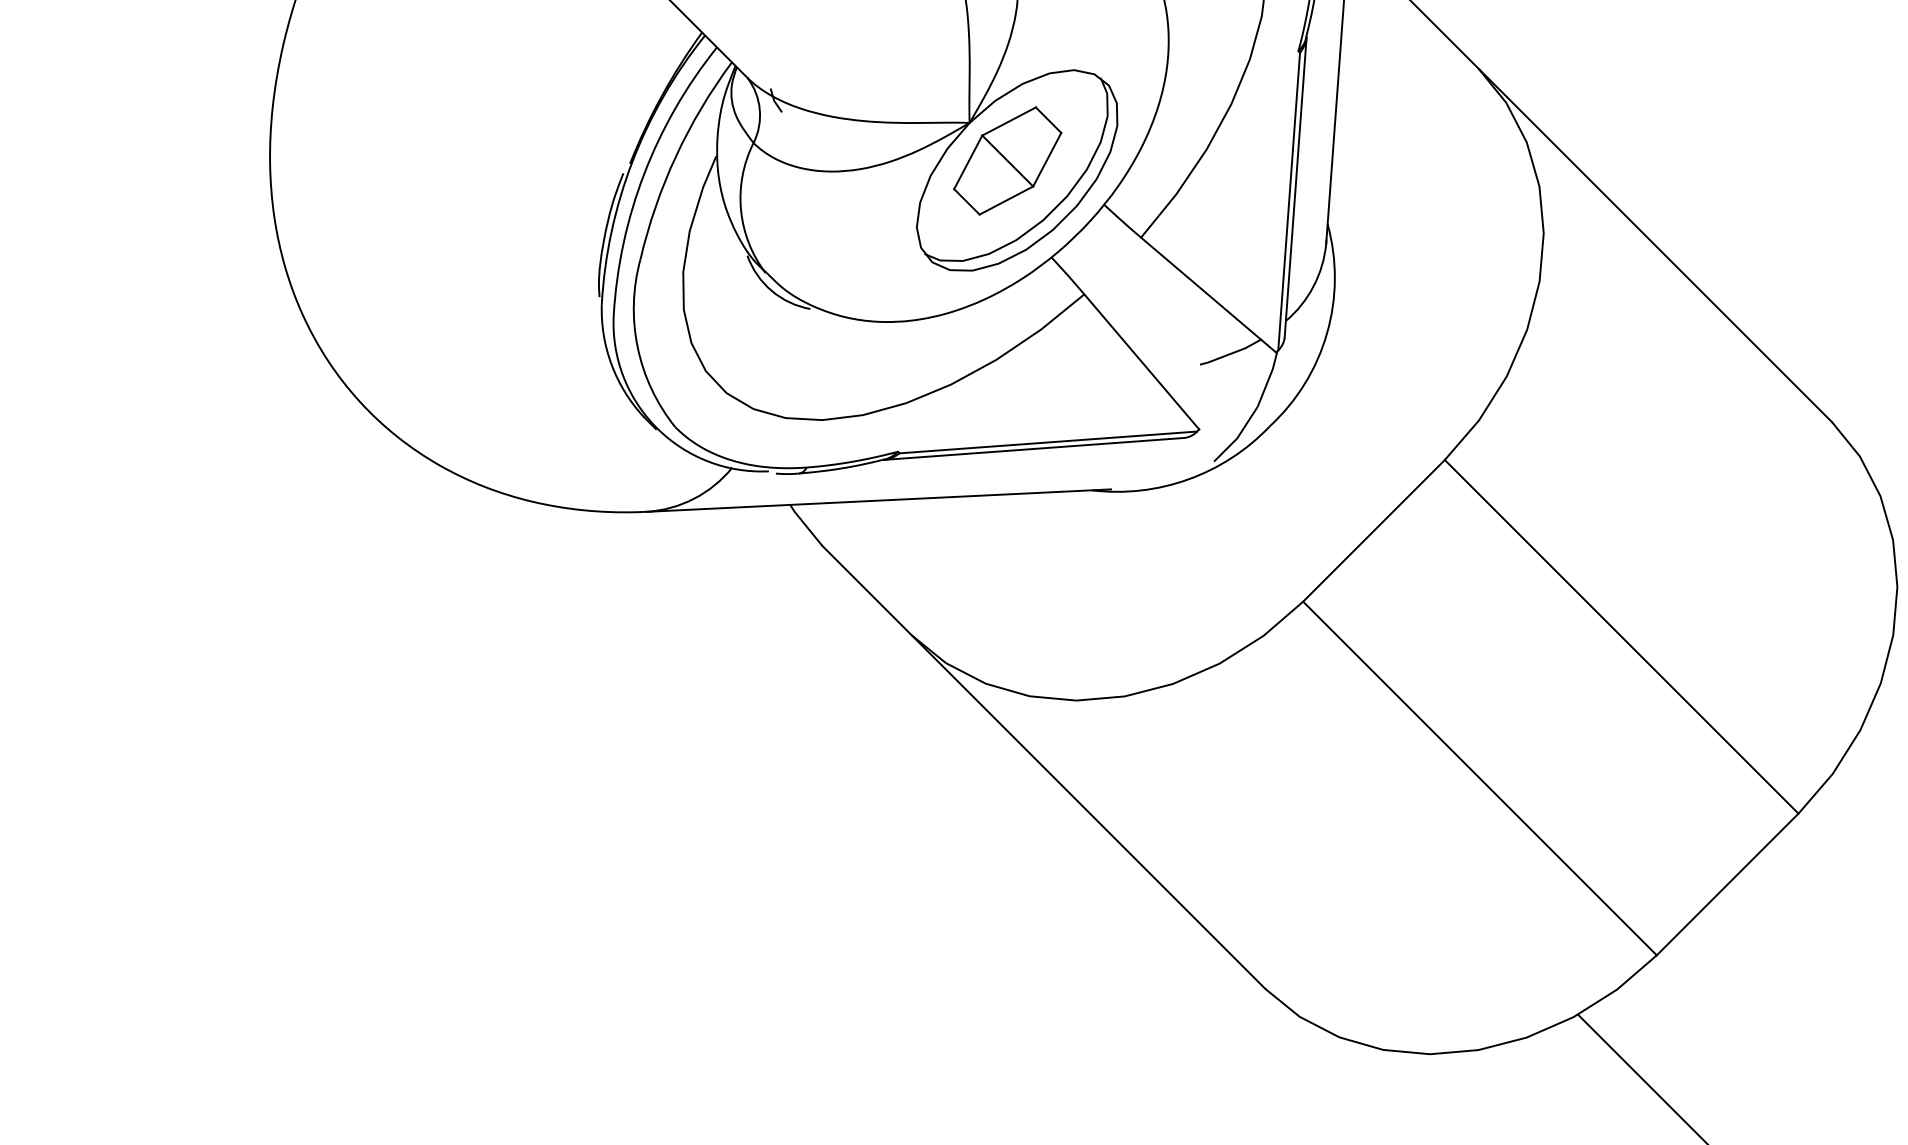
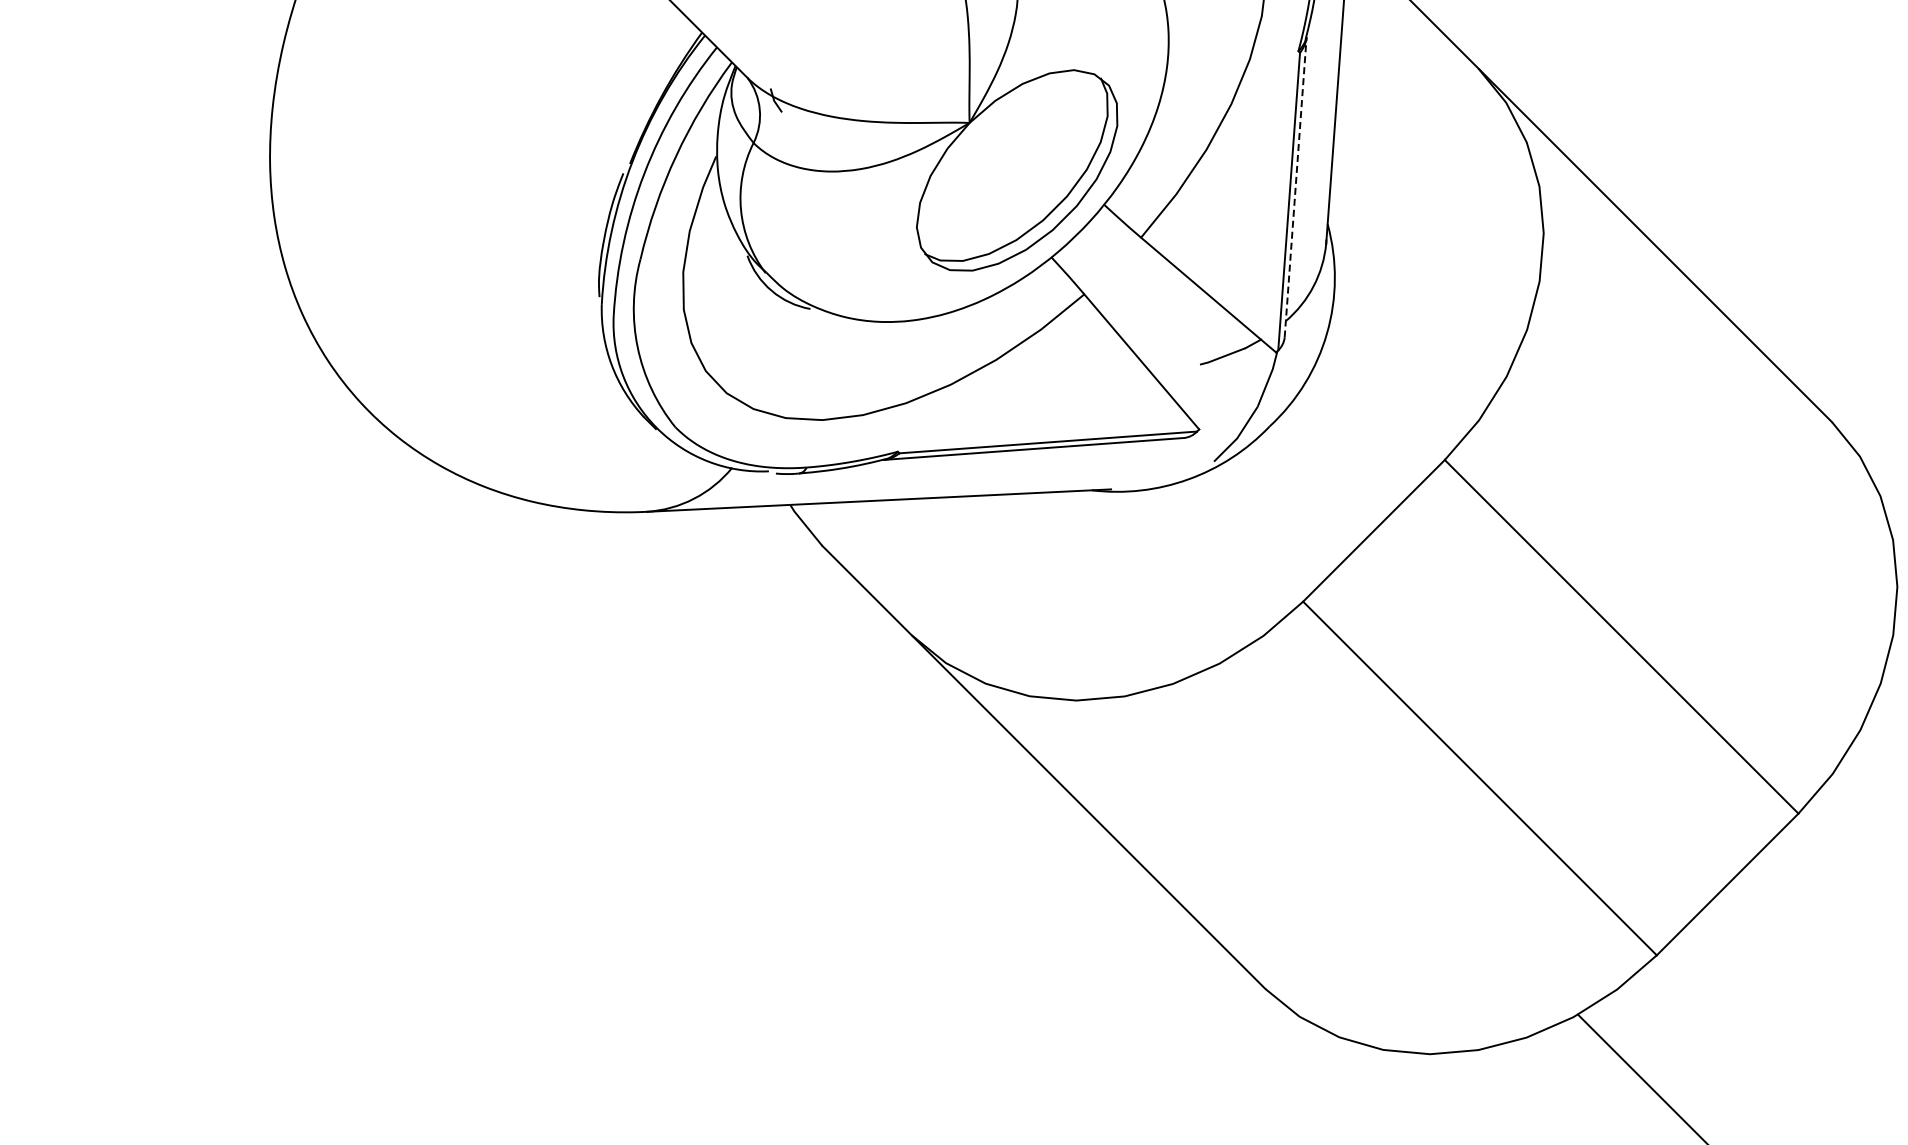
part at (1007, 160): present -> none
line at (1295, 186): solid -> dashed
